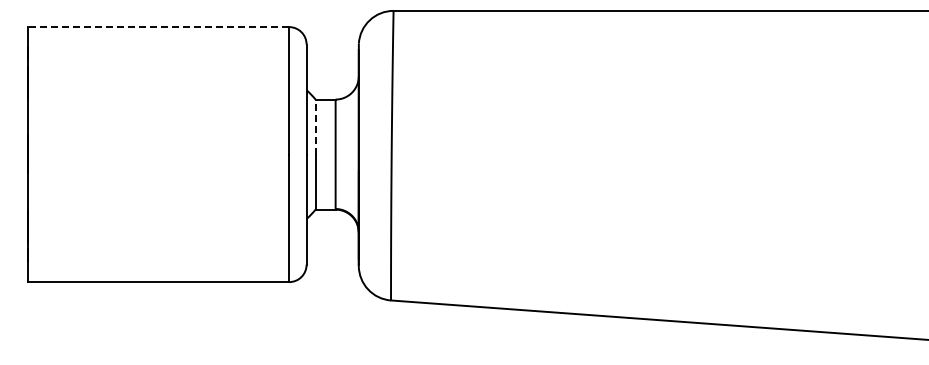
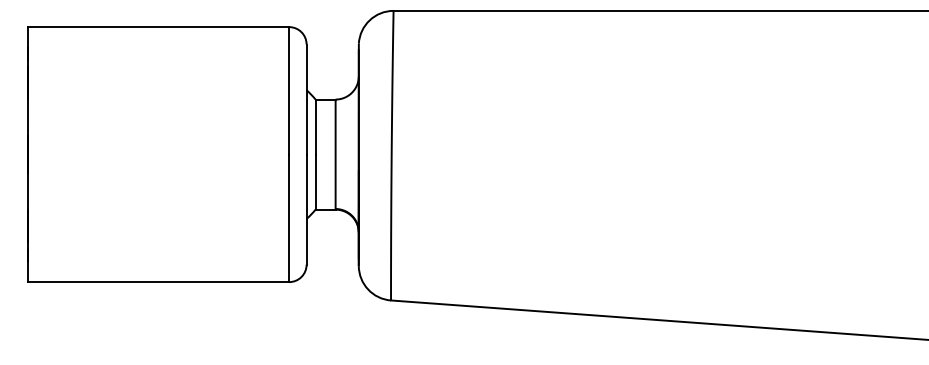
line at (158, 27): dashed -> solid
line at (315, 127): dashed -> solid
